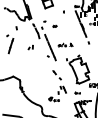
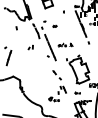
part at (10, 44) position: (10, 44) -> (8, 56)
